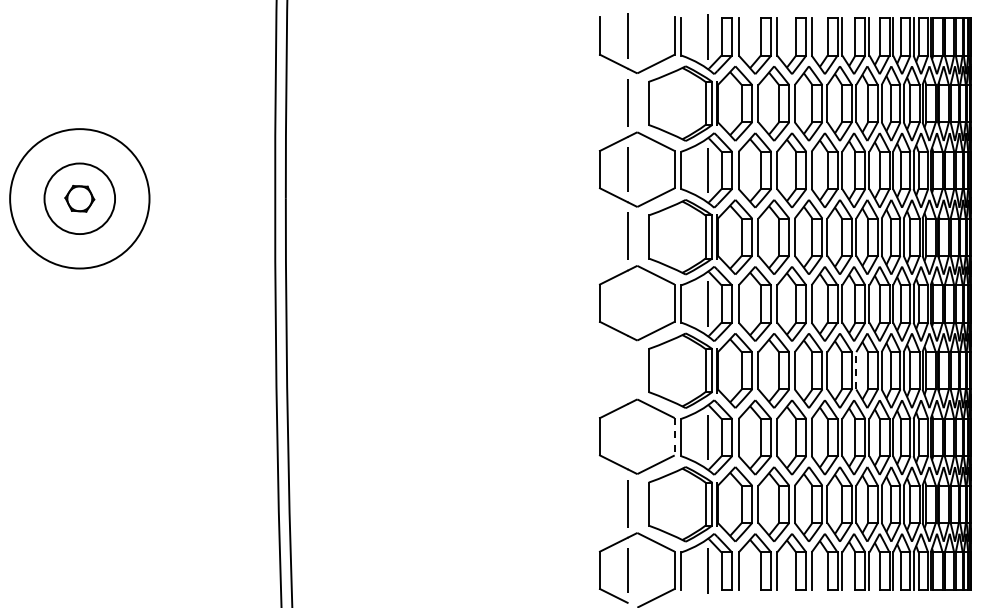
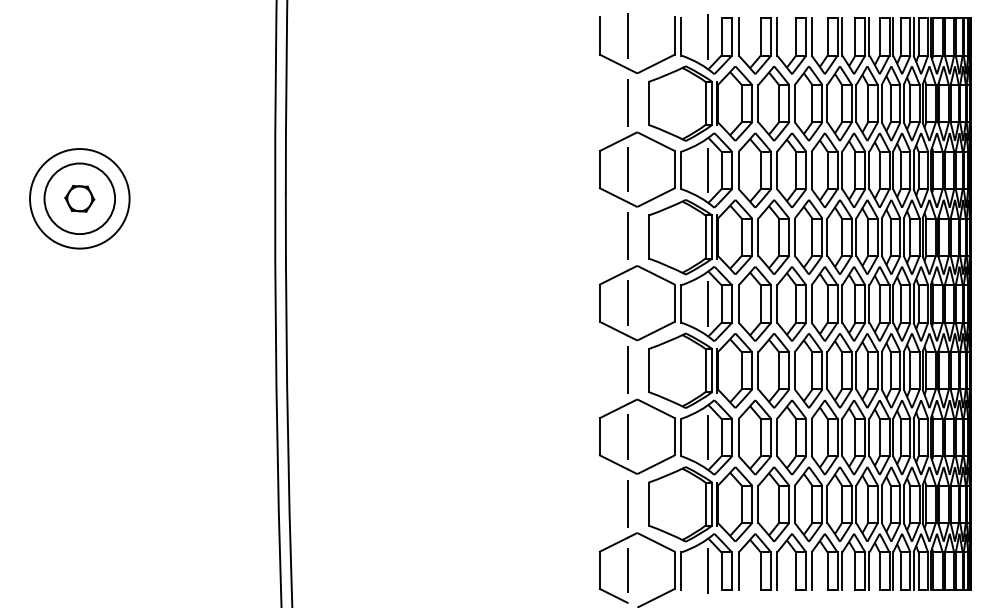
circle at (79, 198) diameter: 139 px -> 100 px
line at (627, 302): none -> present
line at (627, 369): none -> present
line at (856, 370): dashed -> solid
line at (627, 436): none -> present
line at (674, 436): dashed -> solid
